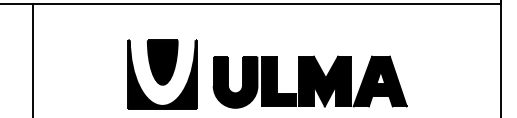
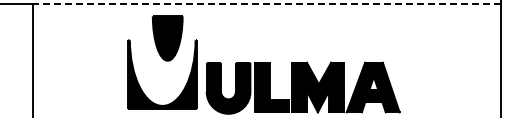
line at (266, 3): solid -> dashed
part at (162, 62) position: (162, 62) -> (167, 38)
part at (309, 81) position: (309, 81) -> (302, 87)
